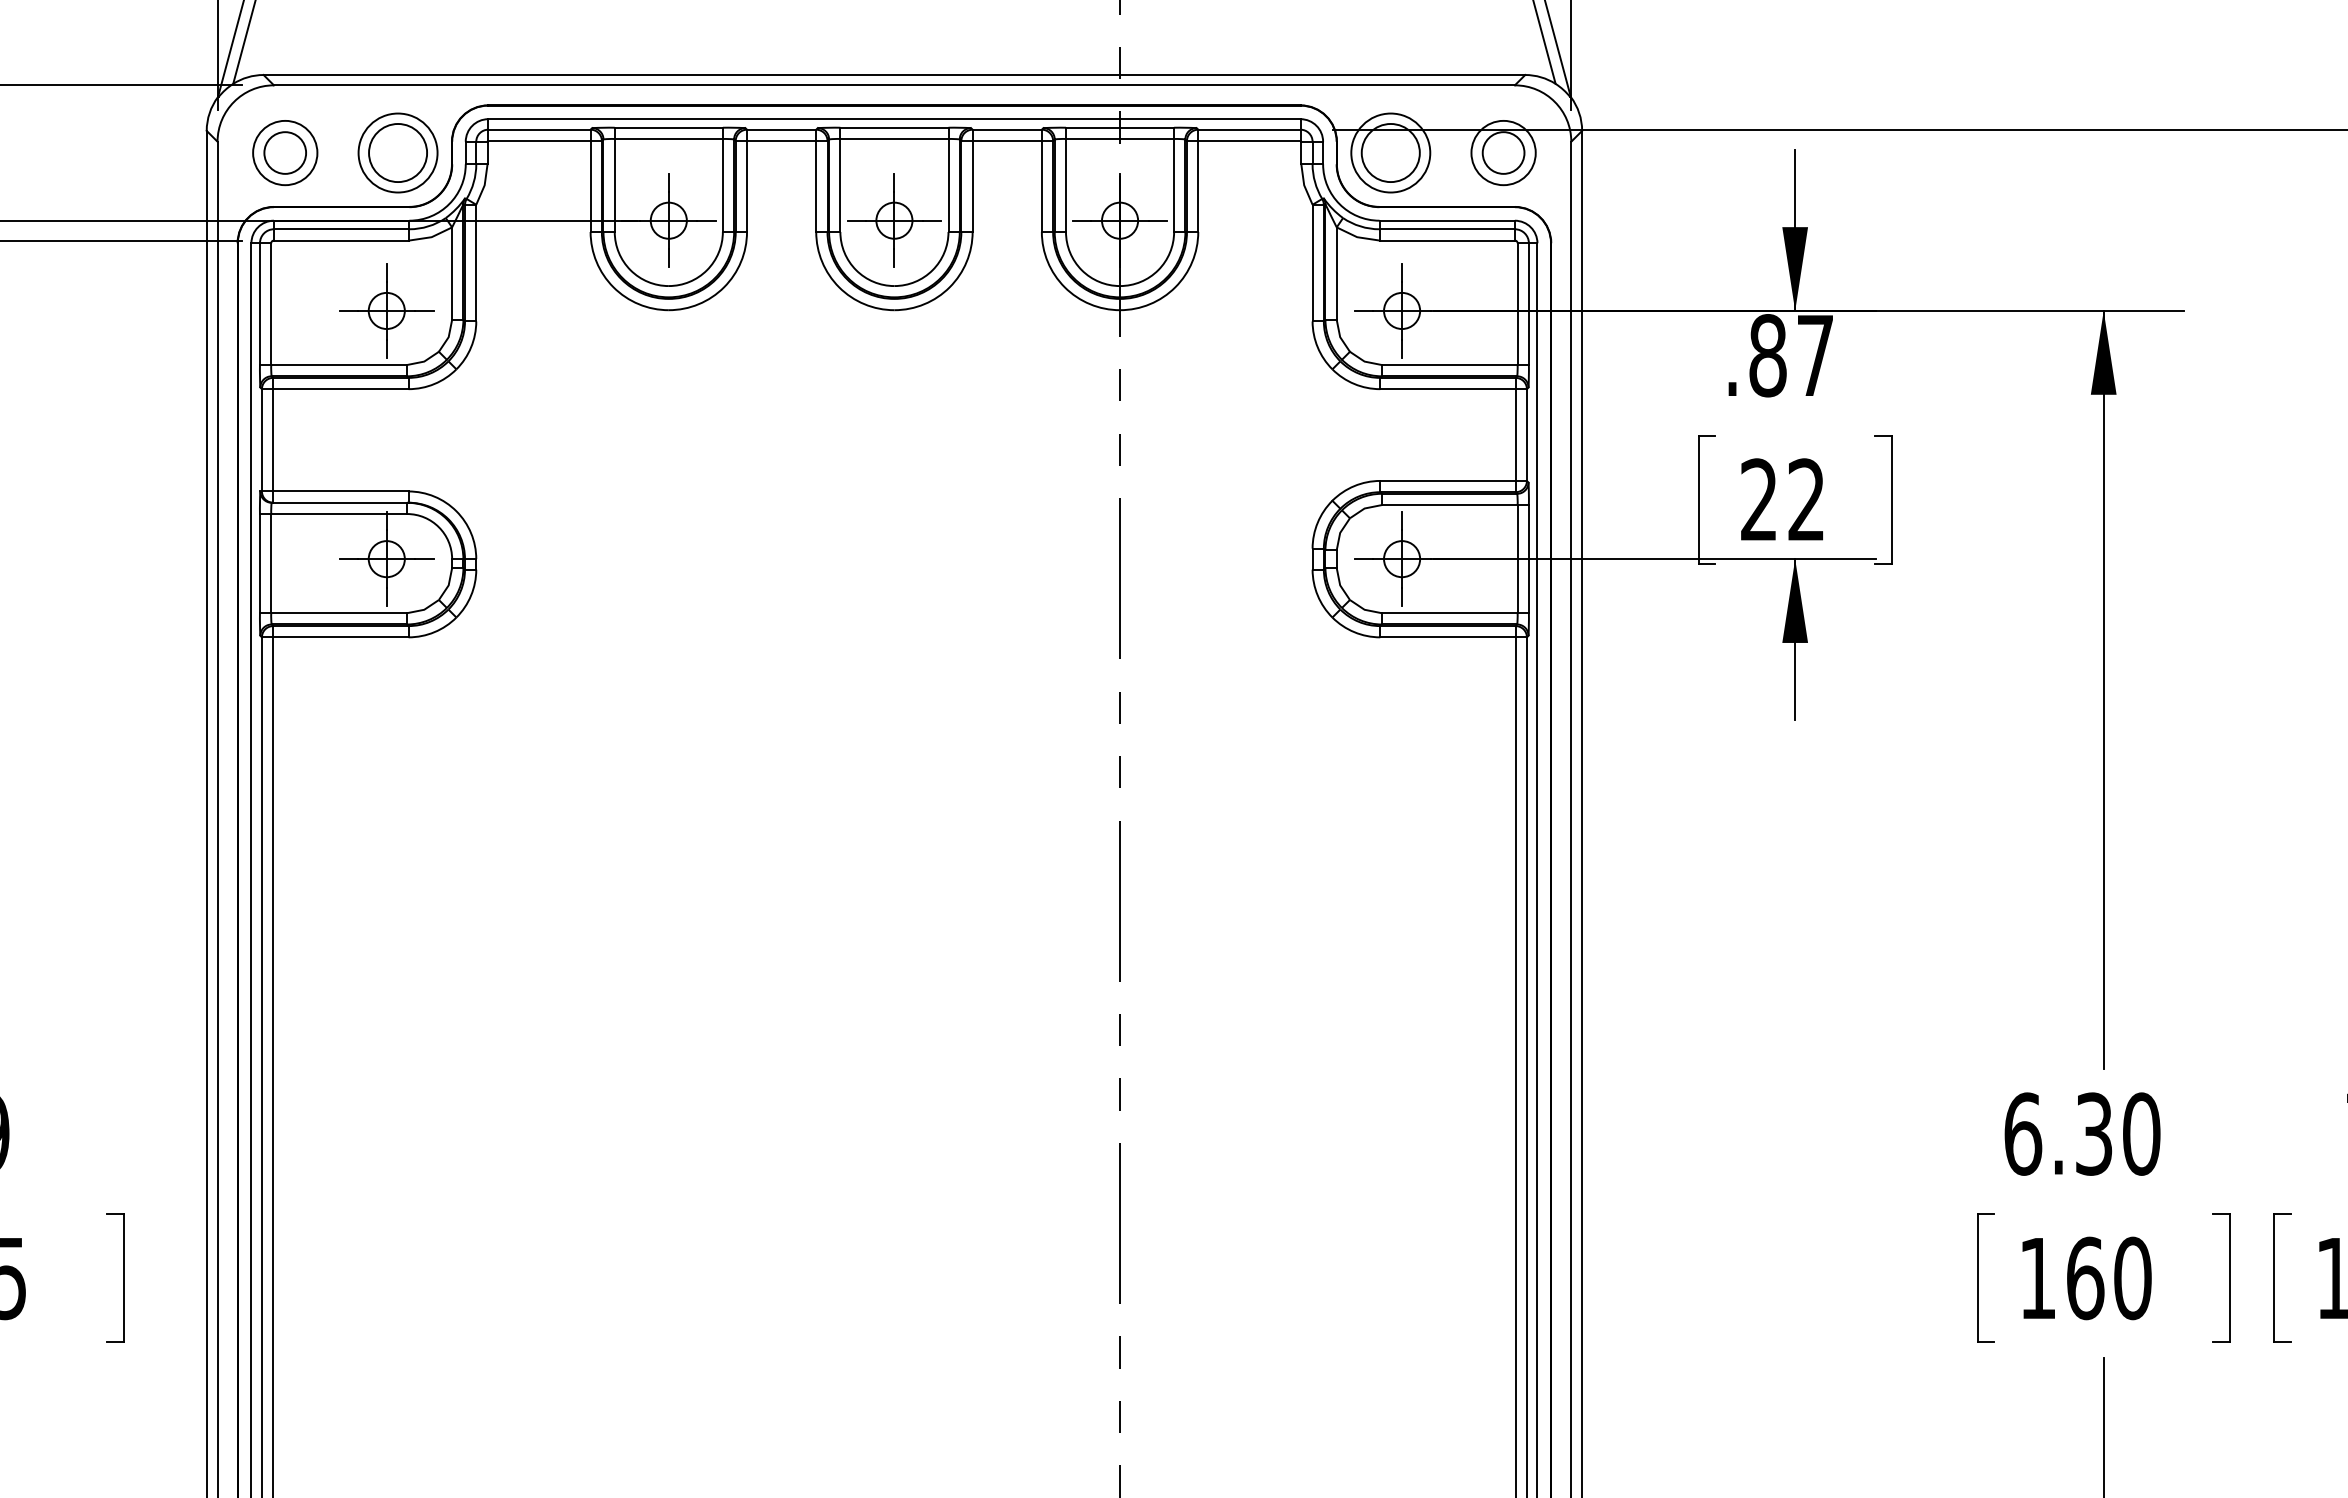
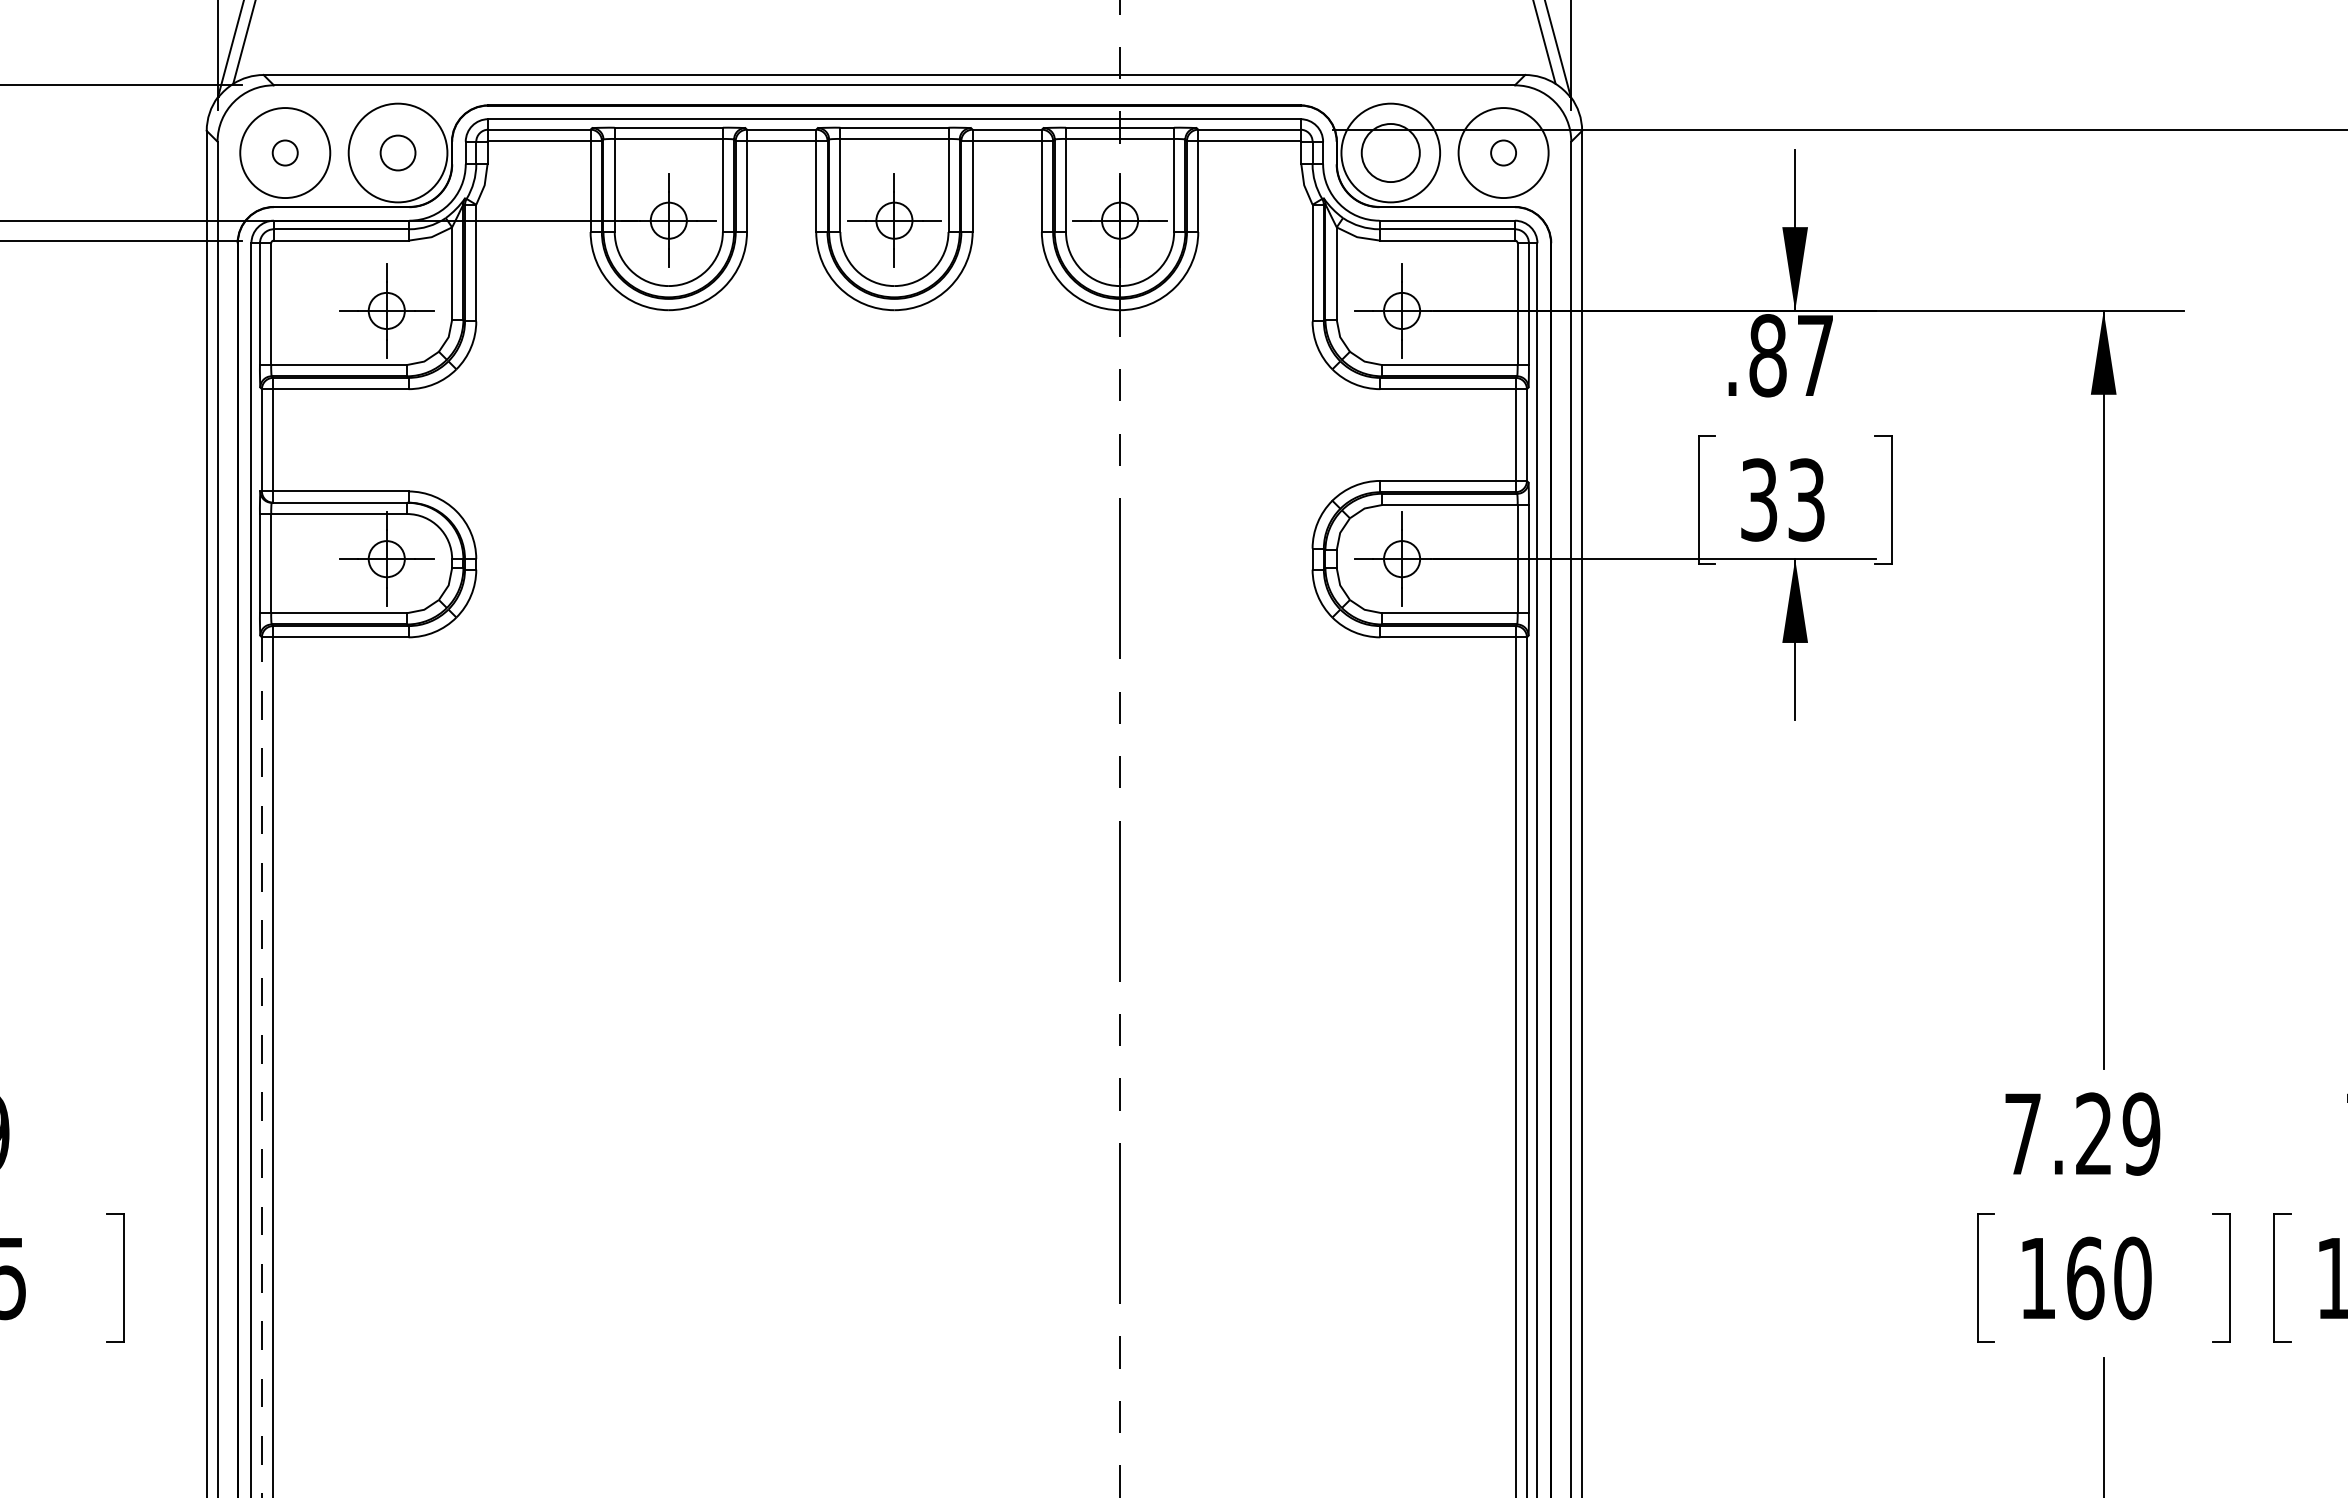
circle at (285, 152) diameter: 42 px -> 25 px
circle at (285, 152) diameter: 64 px -> 90 px
circle at (397, 152) diameter: 79 px -> 99 px
circle at (398, 152) diameter: 58 px -> 35 px
circle at (1390, 152) diameter: 79 px -> 99 px
circle at (1503, 152) diameter: 42 px -> 25 px
circle at (1503, 152) diameter: 64 px -> 90 px
text at (1782, 499): 22 -> 33
line at (261, 1067): solid -> dashed
text at (2082, 1133): 6.30 -> 7.29
